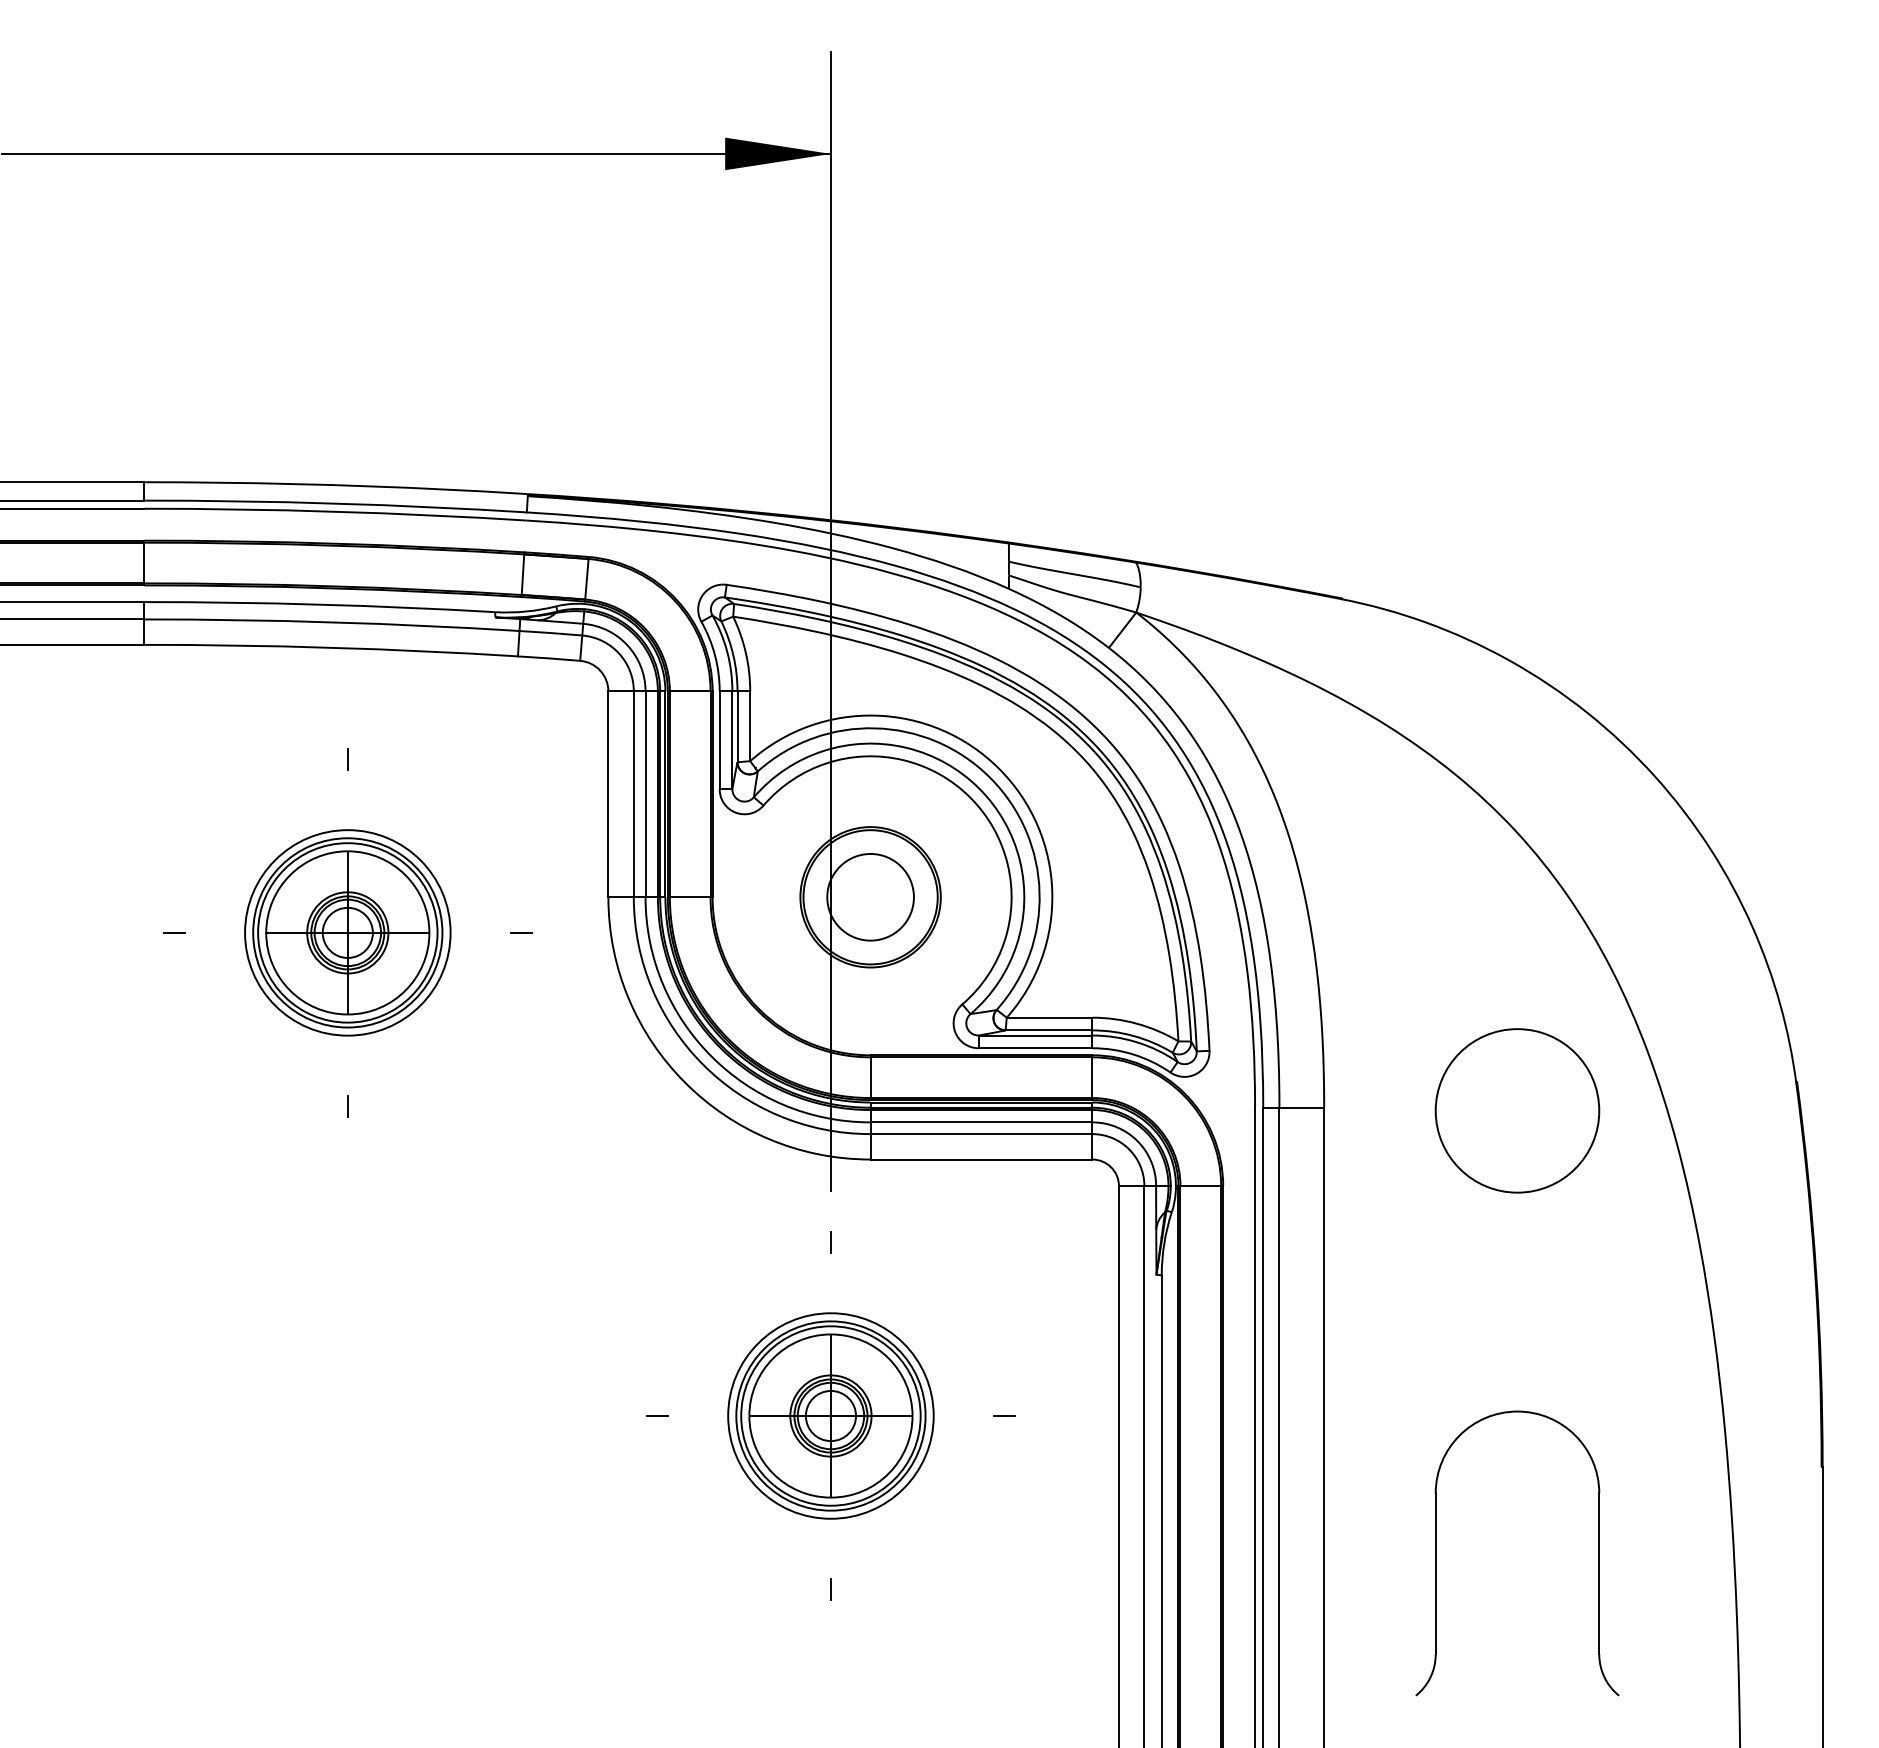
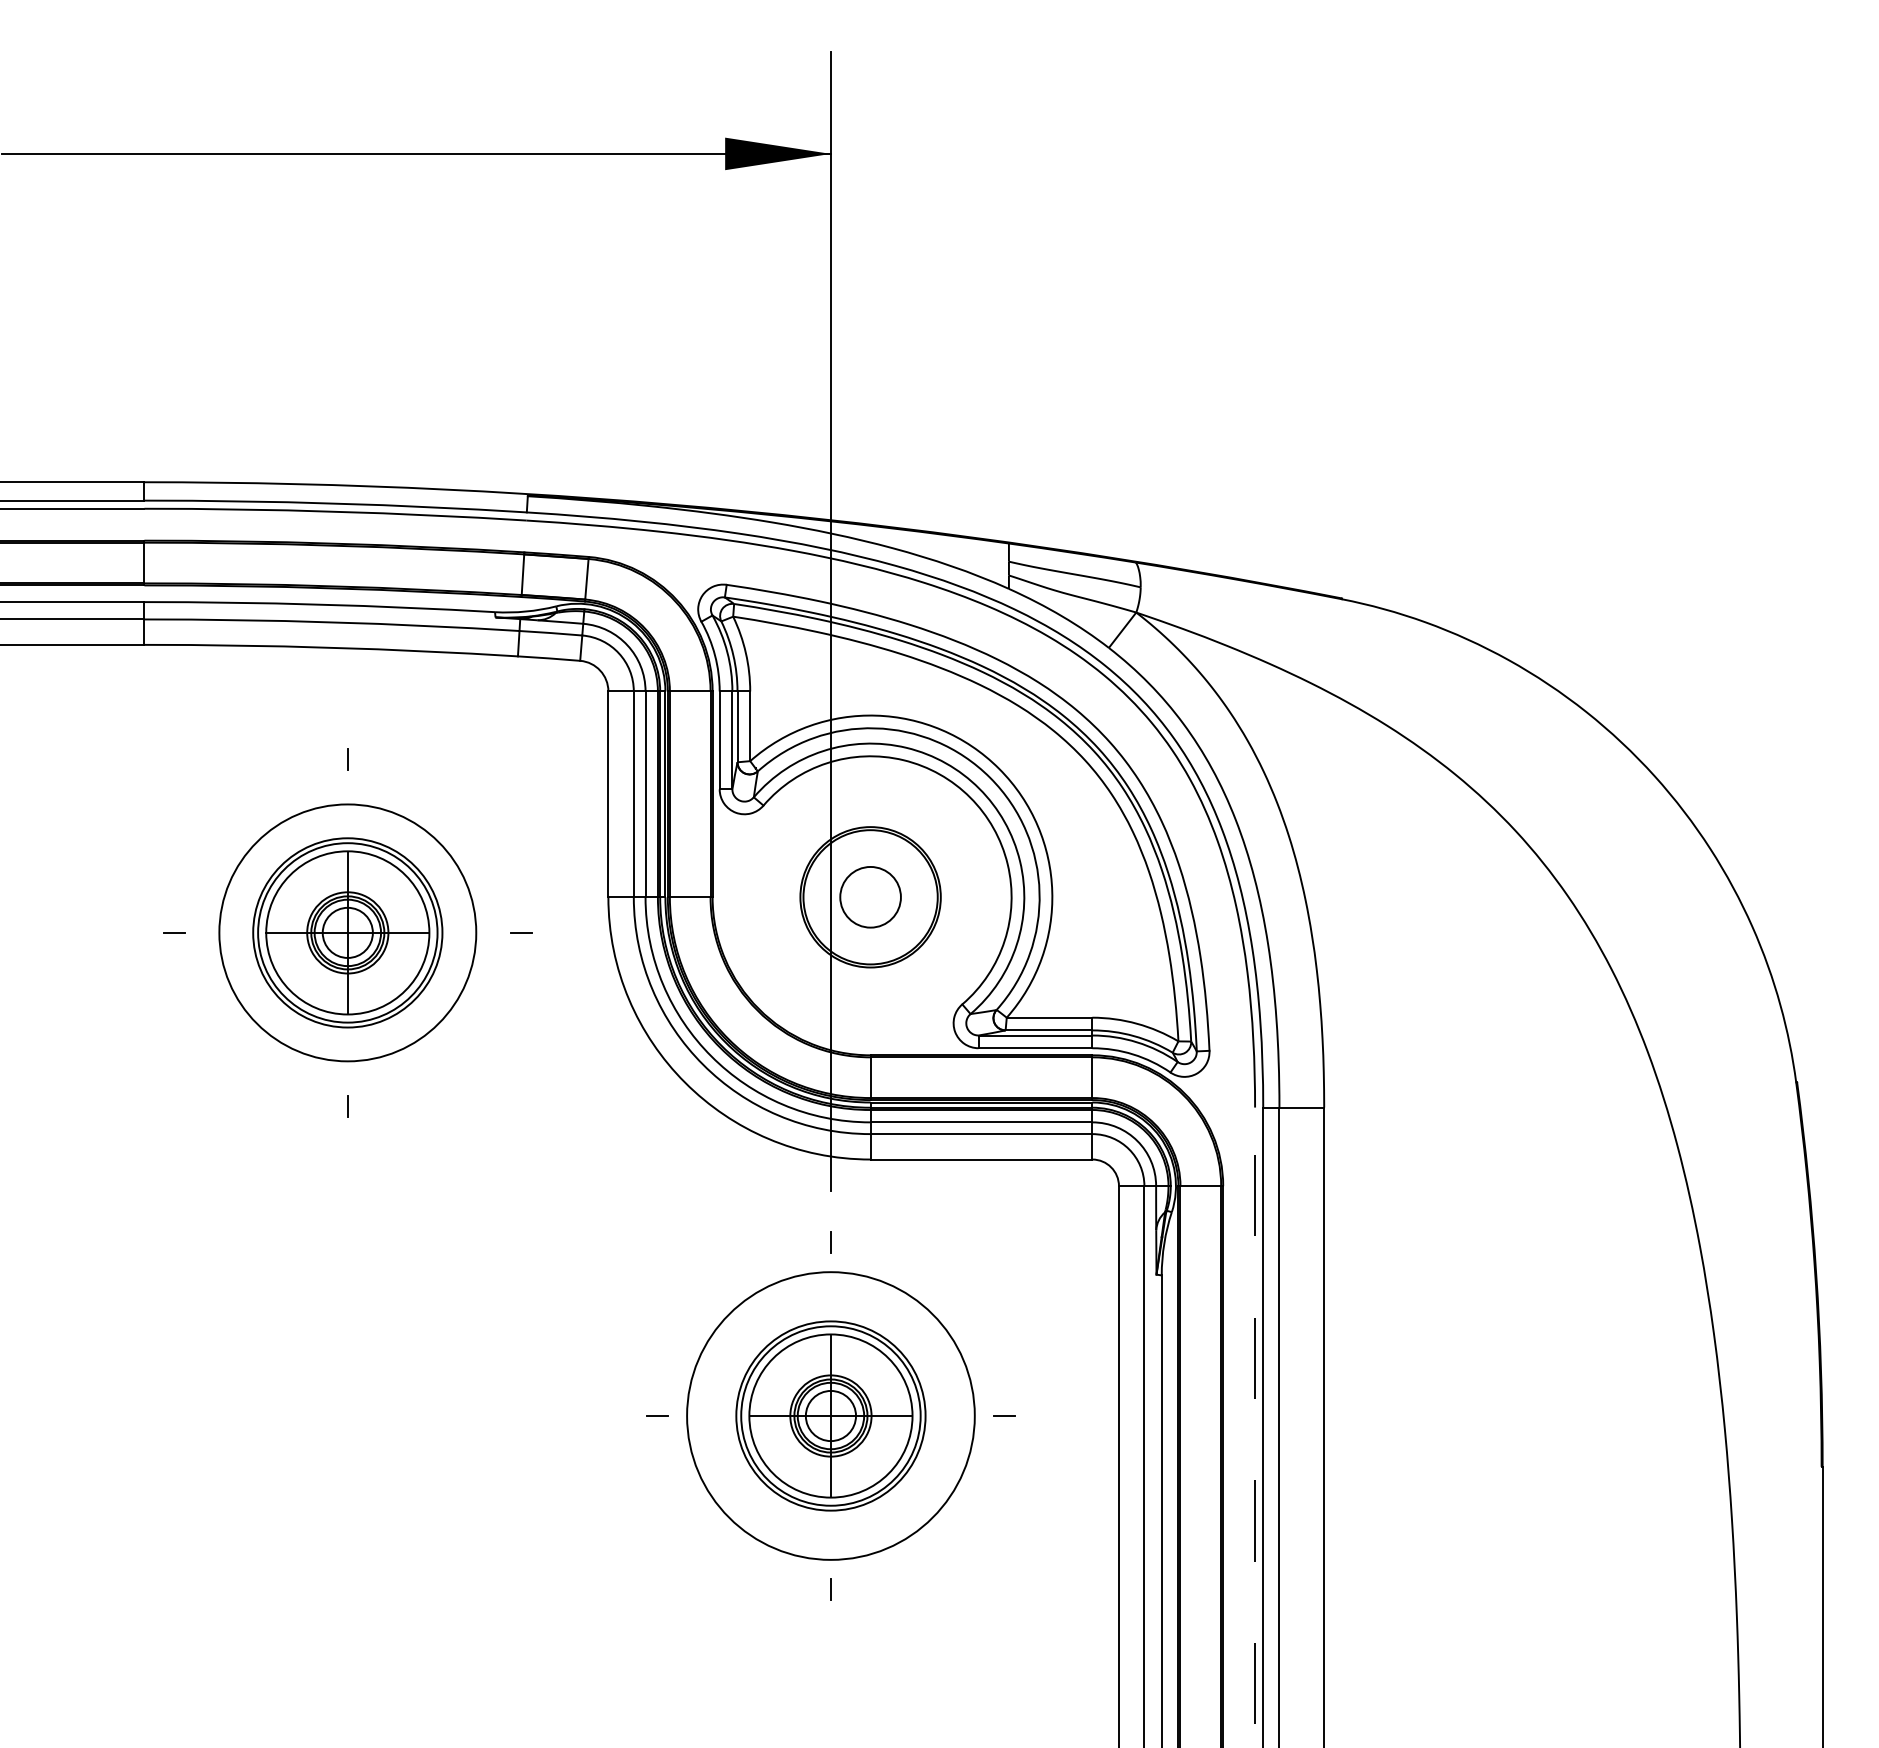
circle at (870, 896) diameter: 87 px -> 61 px
circle at (347, 932) diameter: 206 px -> 257 px
circle at (1517, 1110): present -> none
circle at (830, 1415) diameter: 206 px -> 288 px
line at (1255, 1427): solid -> dashed
part at (1436, 1553): present -> none
